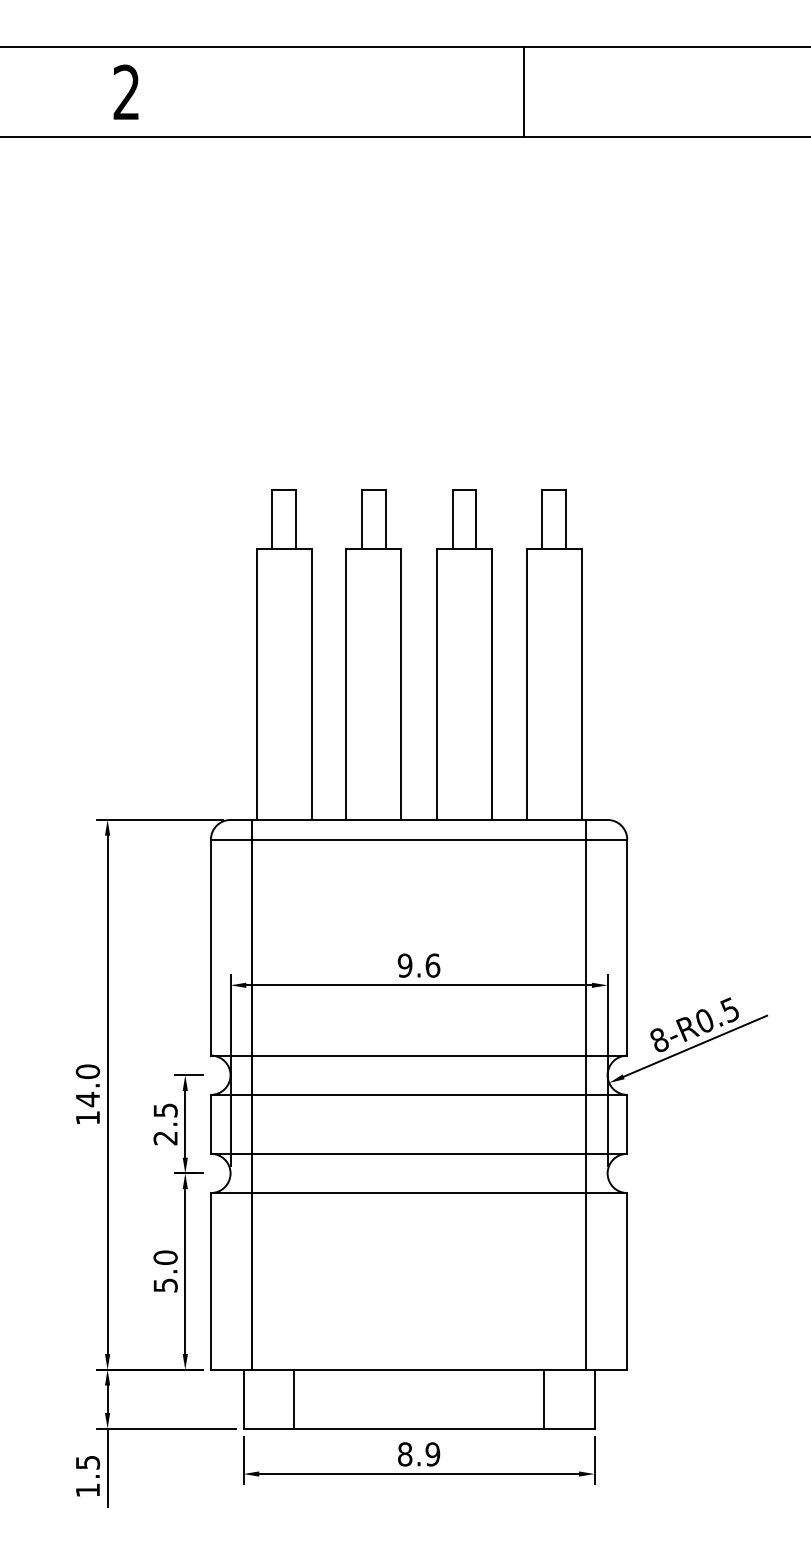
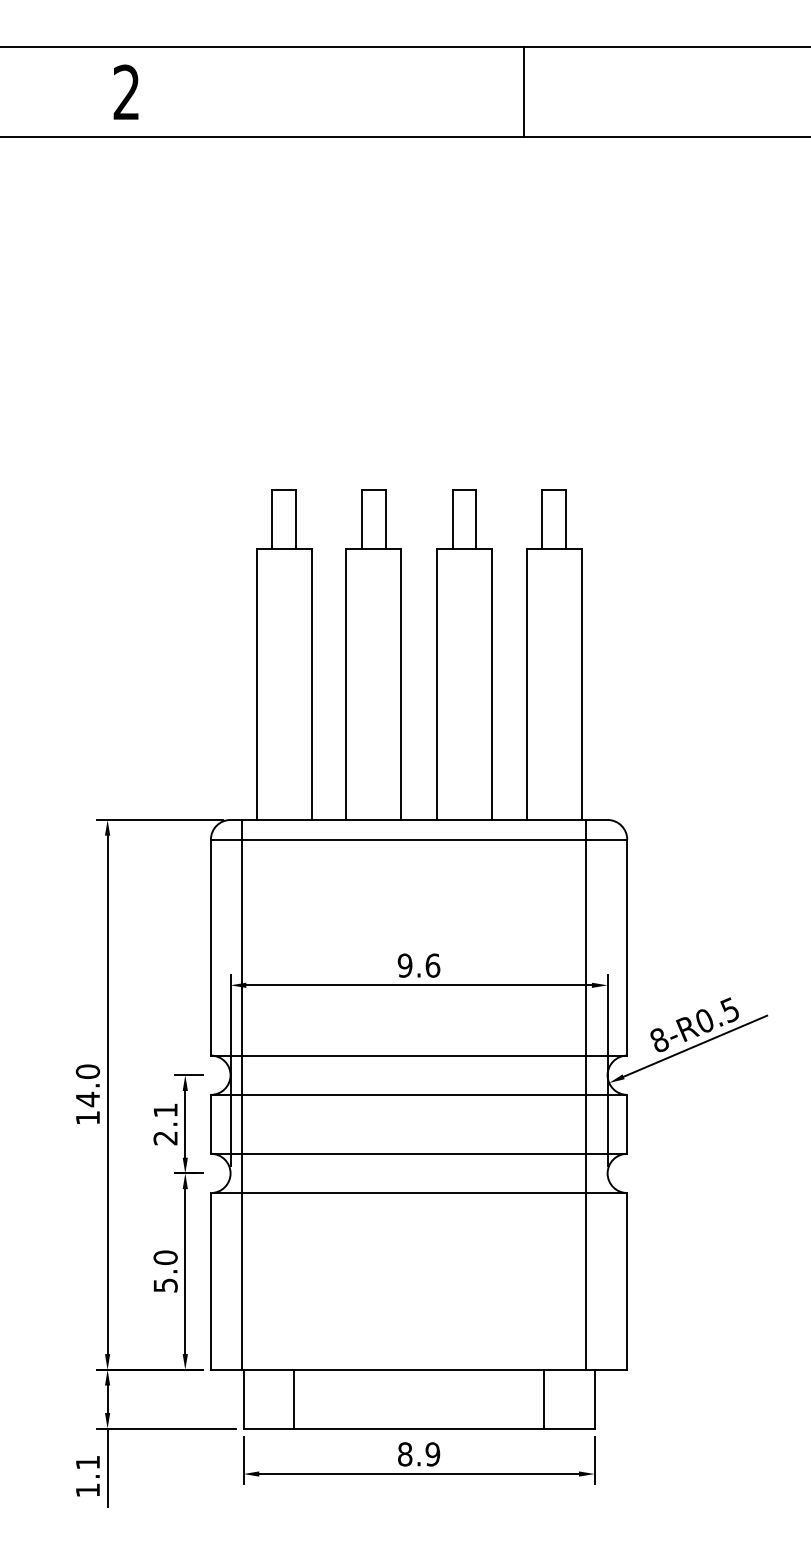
line at (252, 1094) position: (252, 1094) -> (242, 1094)
text at (165, 1110): 2.5 -> 2.1
text at (88, 1462): 1.5 -> 1.1
